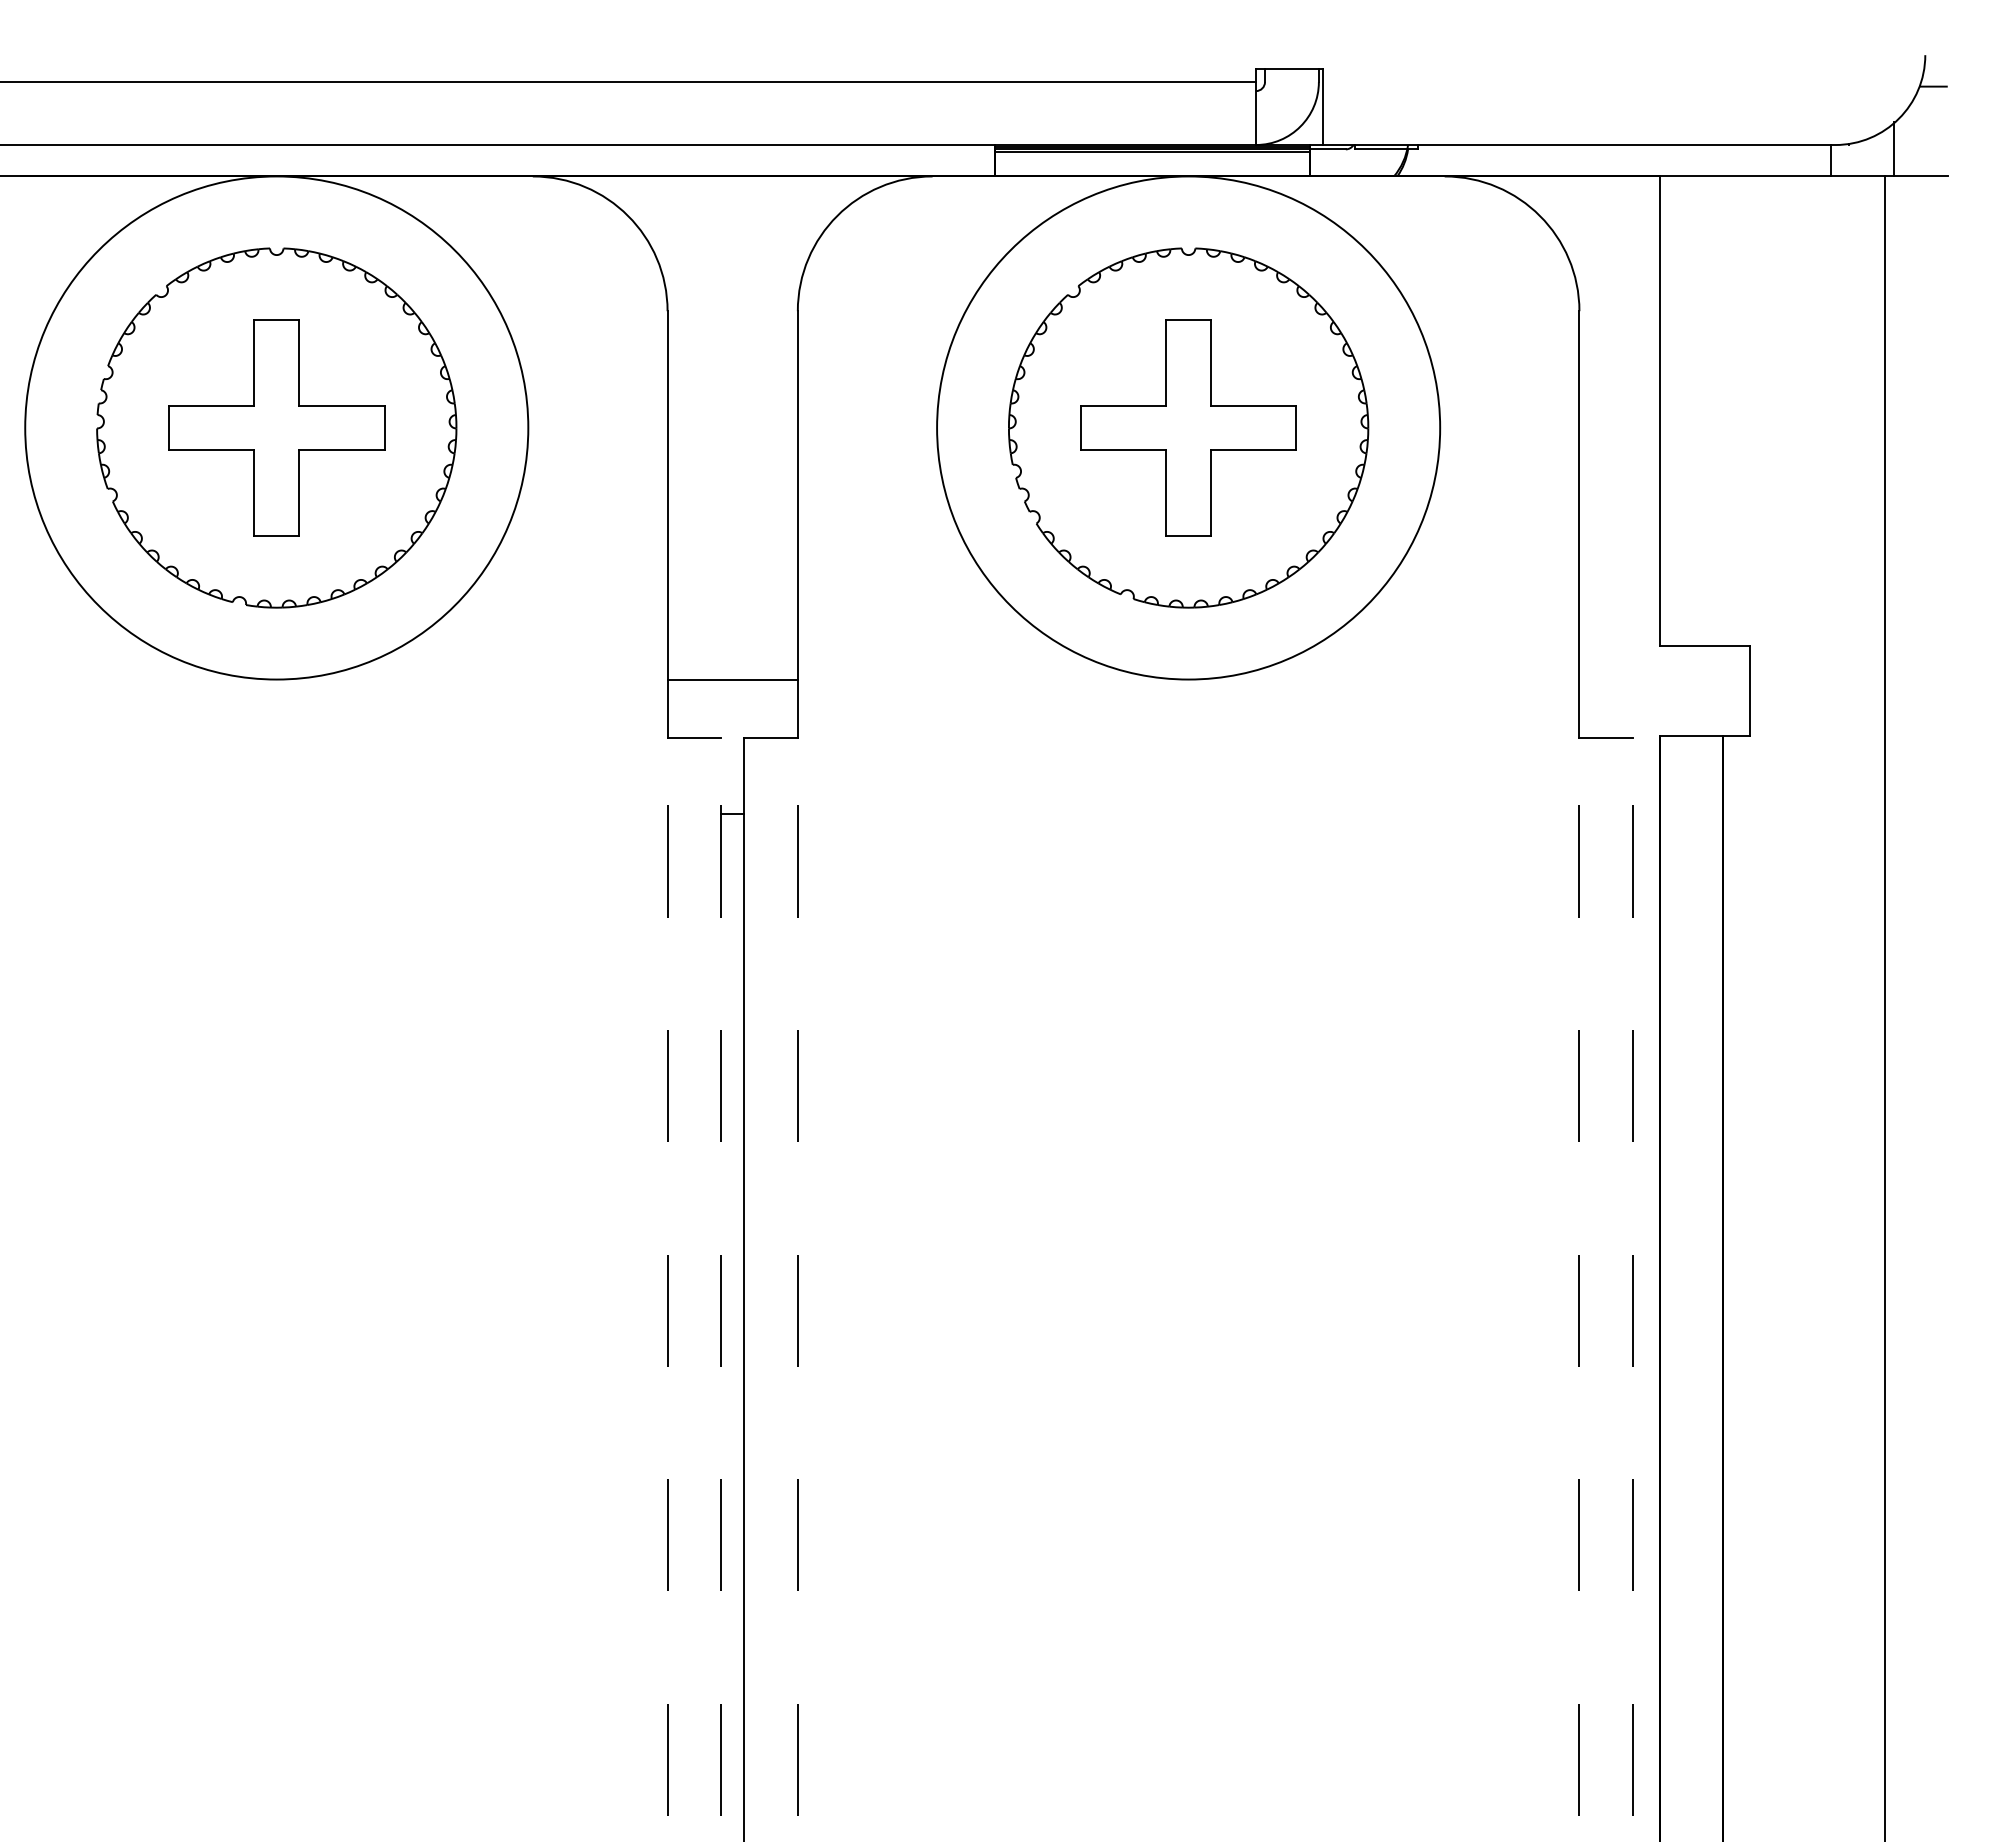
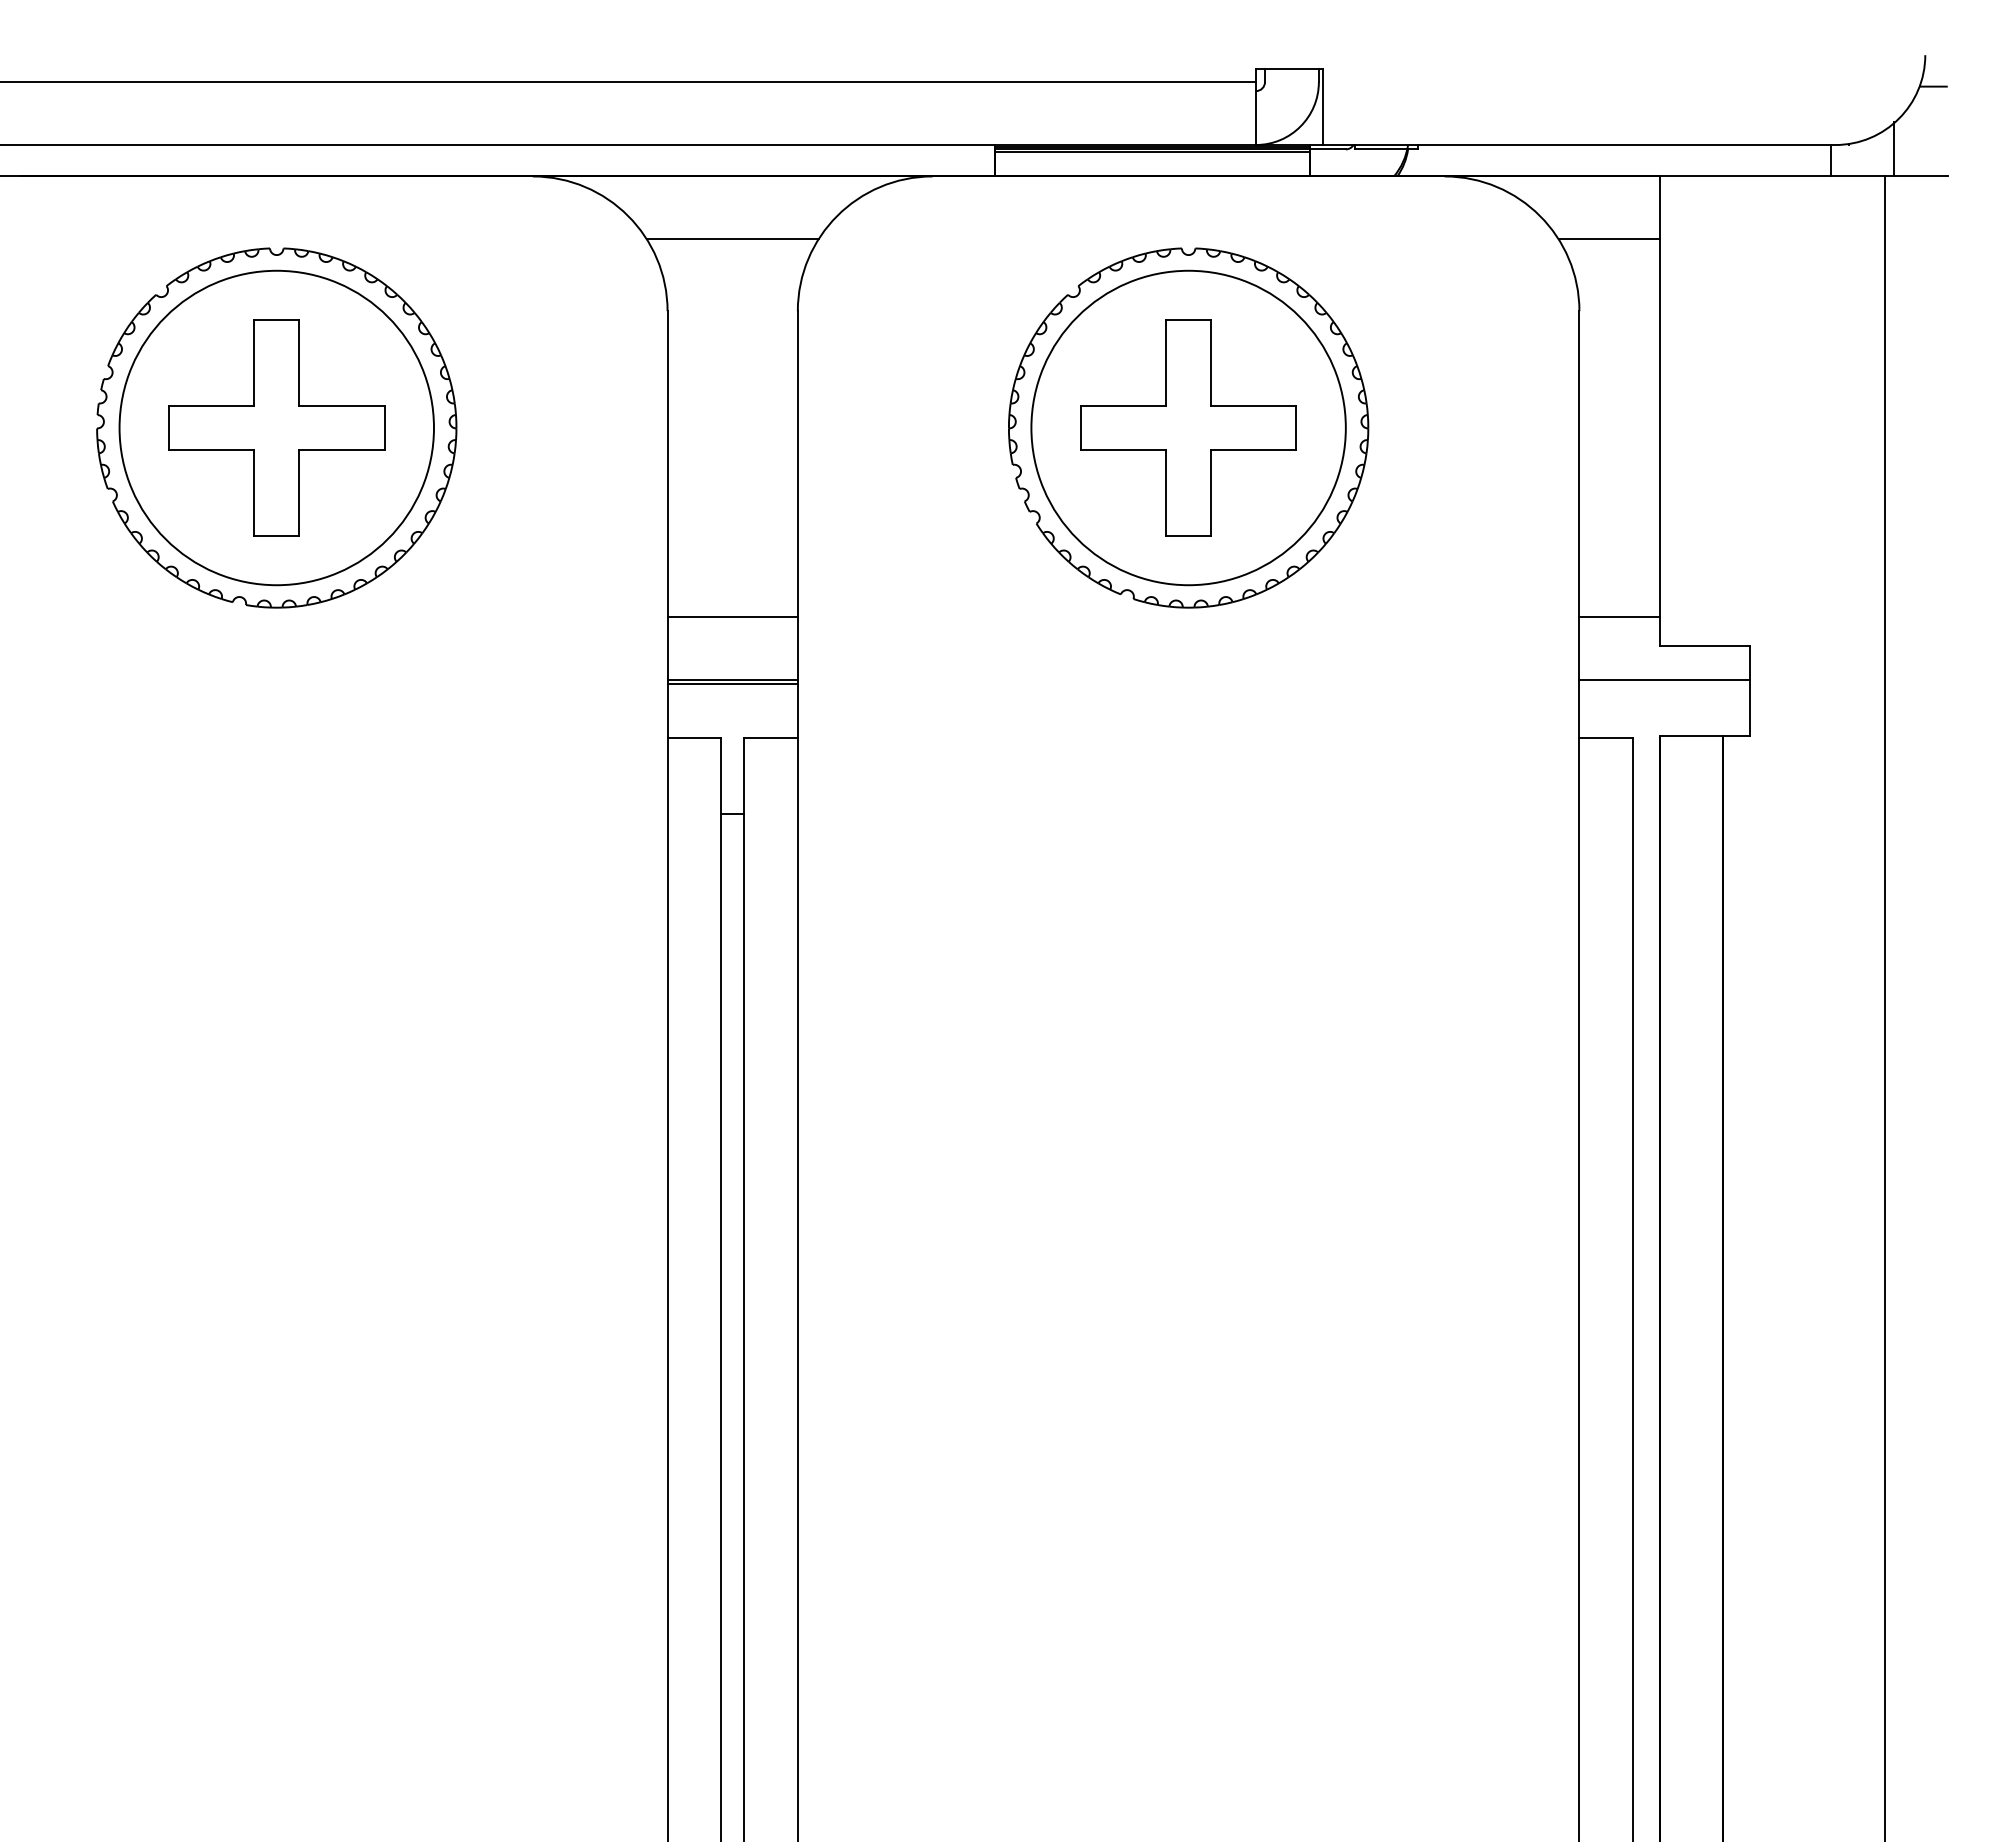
line at (732, 239): none -> present
line at (1609, 239): none -> present
circle at (276, 427) diameter: 503 px -> 314 px
circle at (1188, 427) diameter: 503 px -> 314 px
line at (732, 616): none -> present
line at (1619, 616): none -> present
line at (1664, 679): none -> present
line at (732, 684): none -> present
line at (667, 1289): dashed -> solid
line at (721, 1289): dashed -> solid
line at (797, 1289): dashed -> solid
line at (1579, 1289): dashed -> solid
line at (1633, 1289): dashed -> solid
